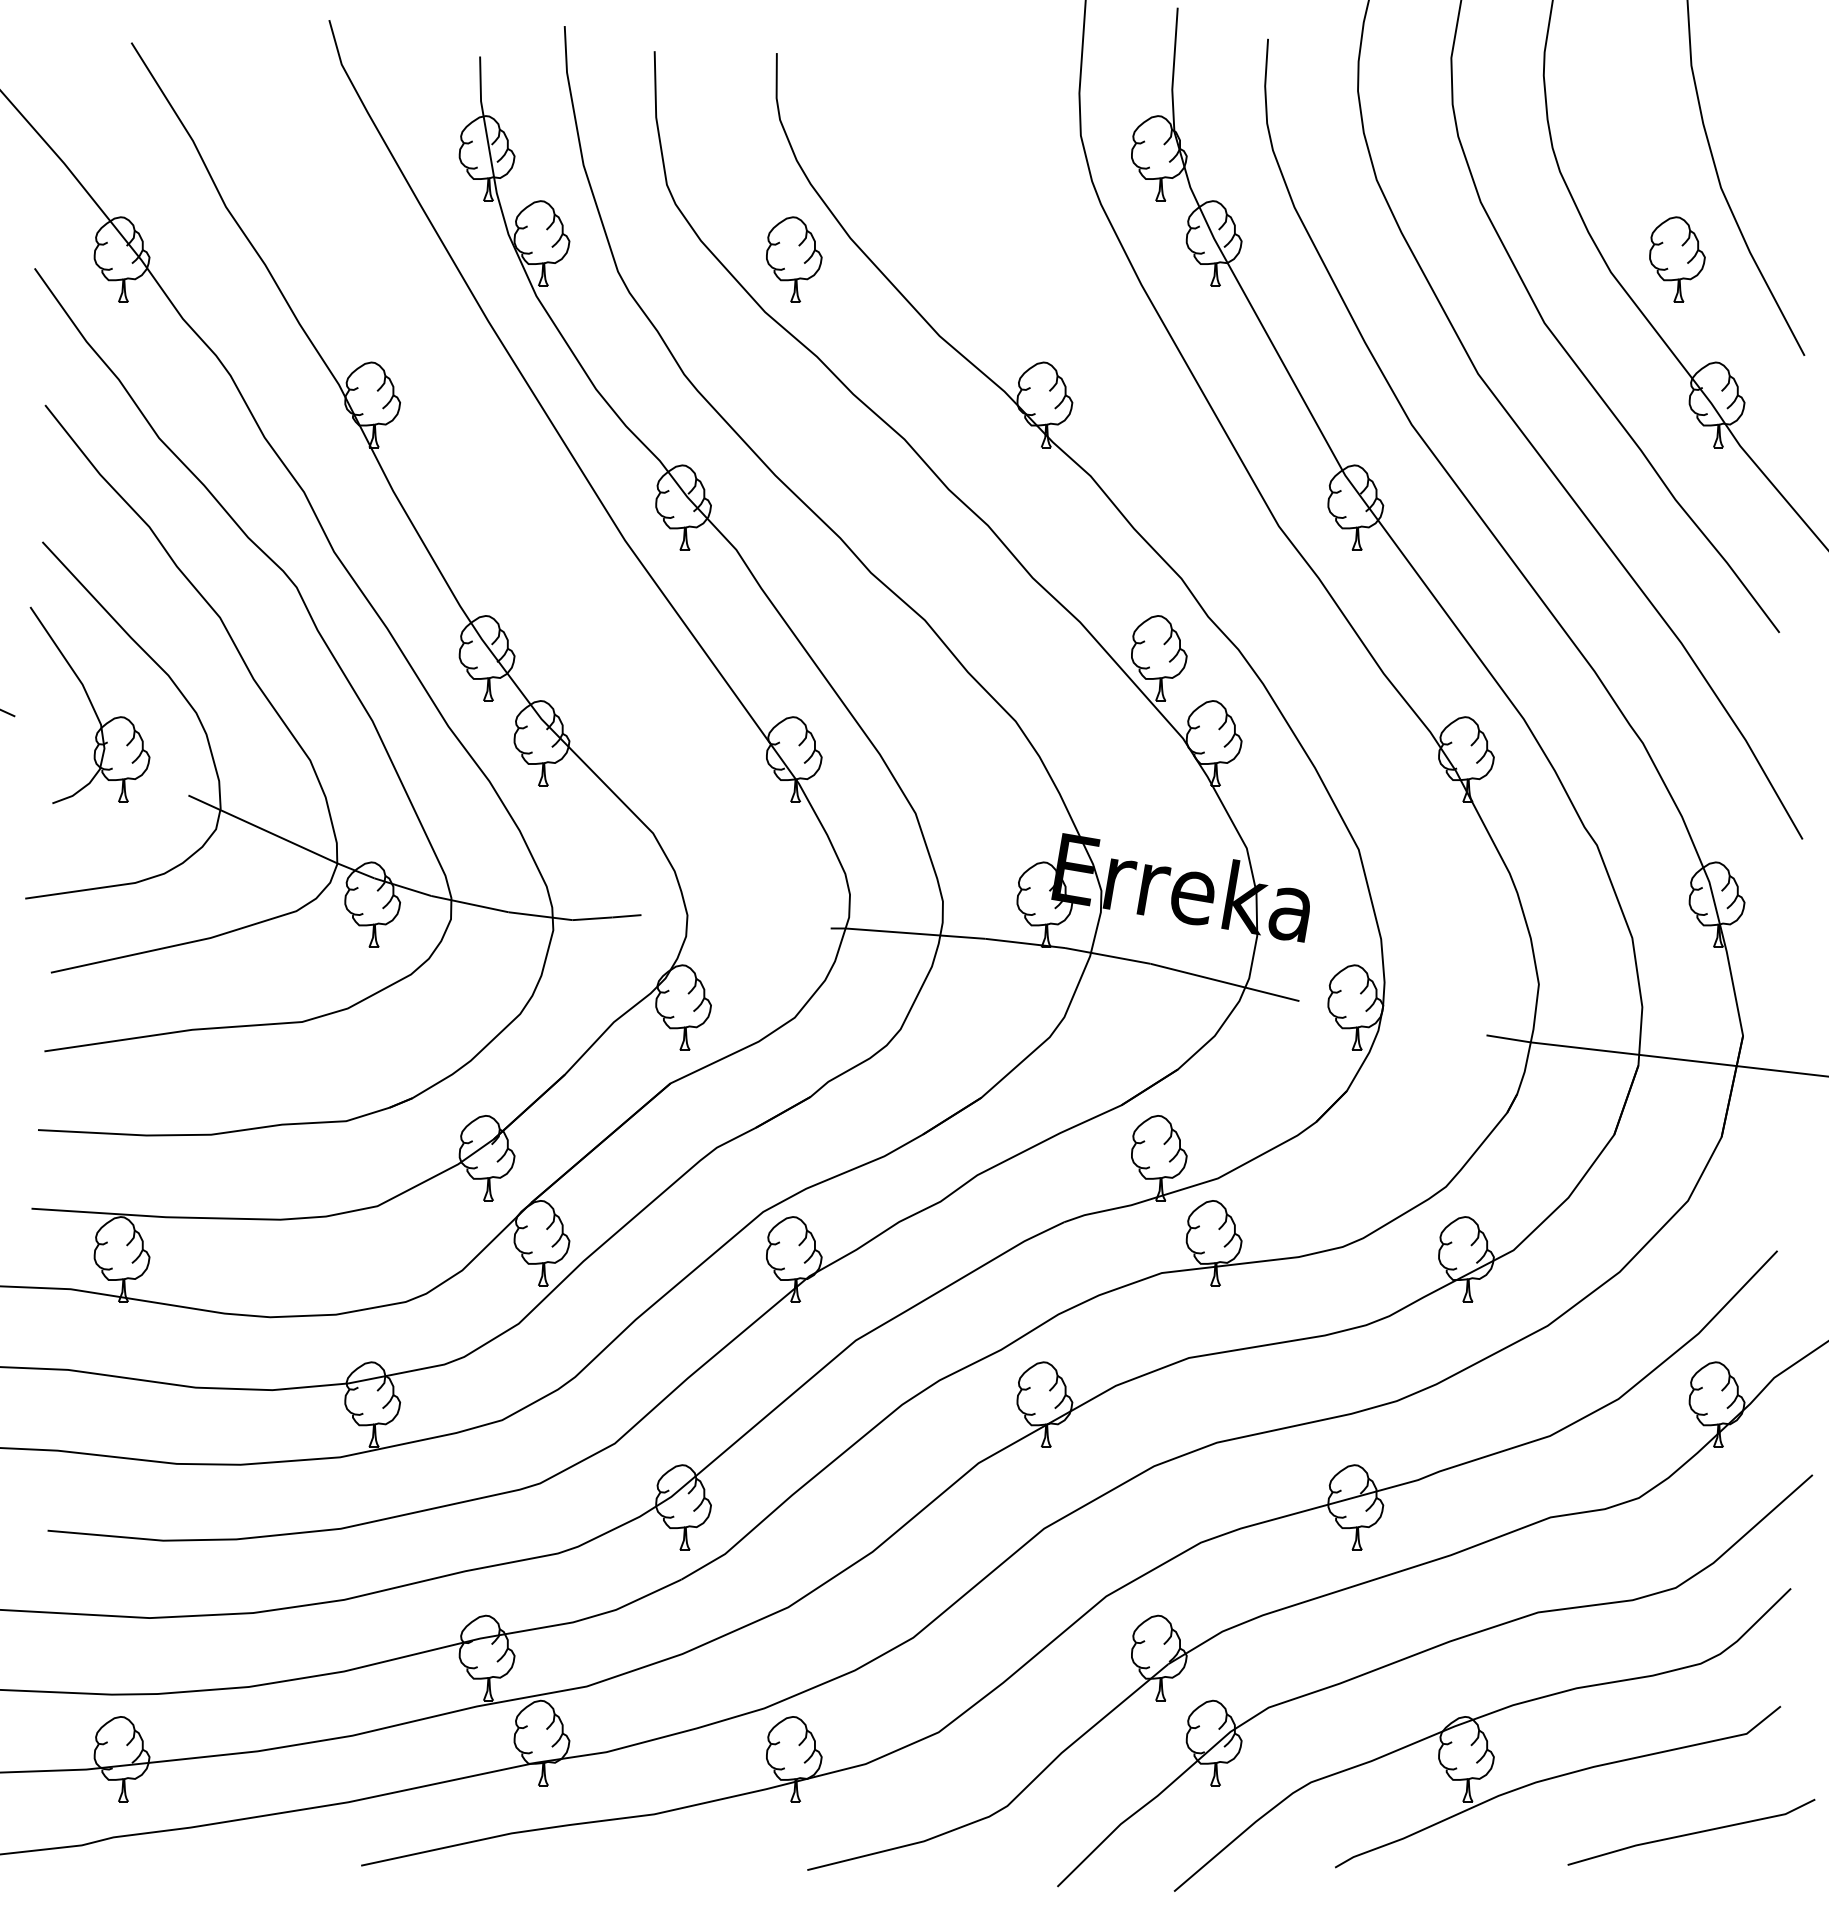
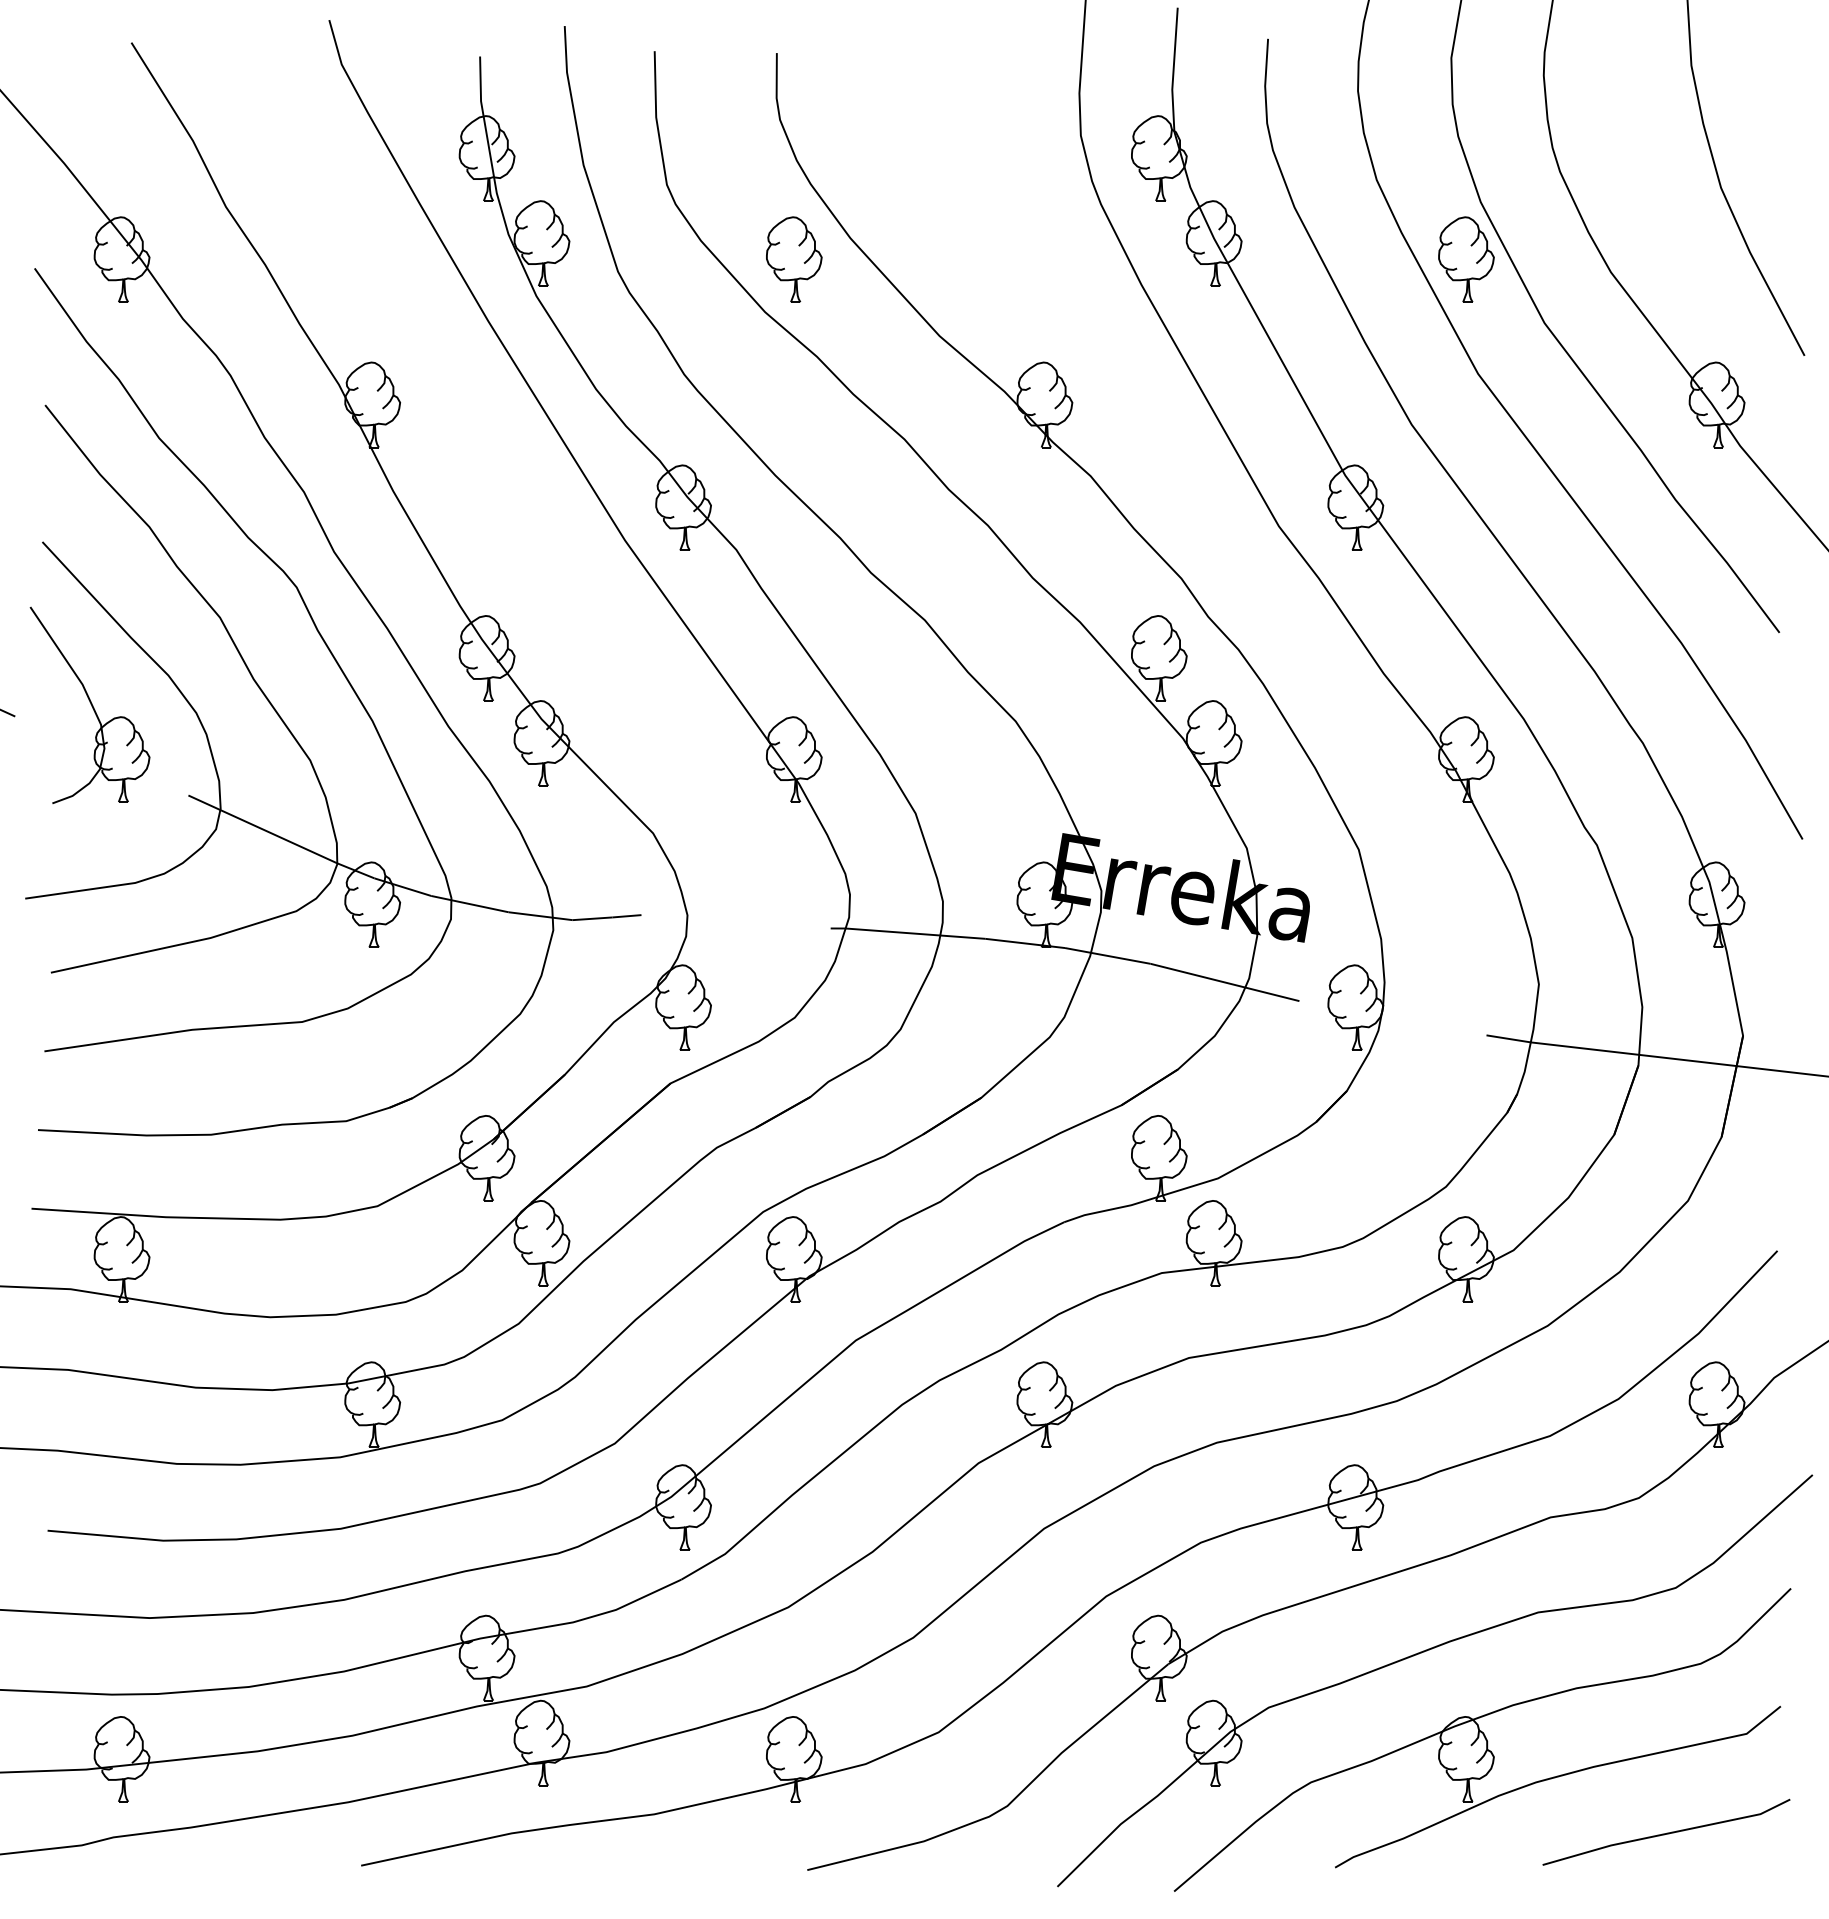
part at (1677, 259) position: (1677, 259) -> (1466, 259)
line at (1691, 1832) position: (1691, 1832) -> (1666, 1832)
